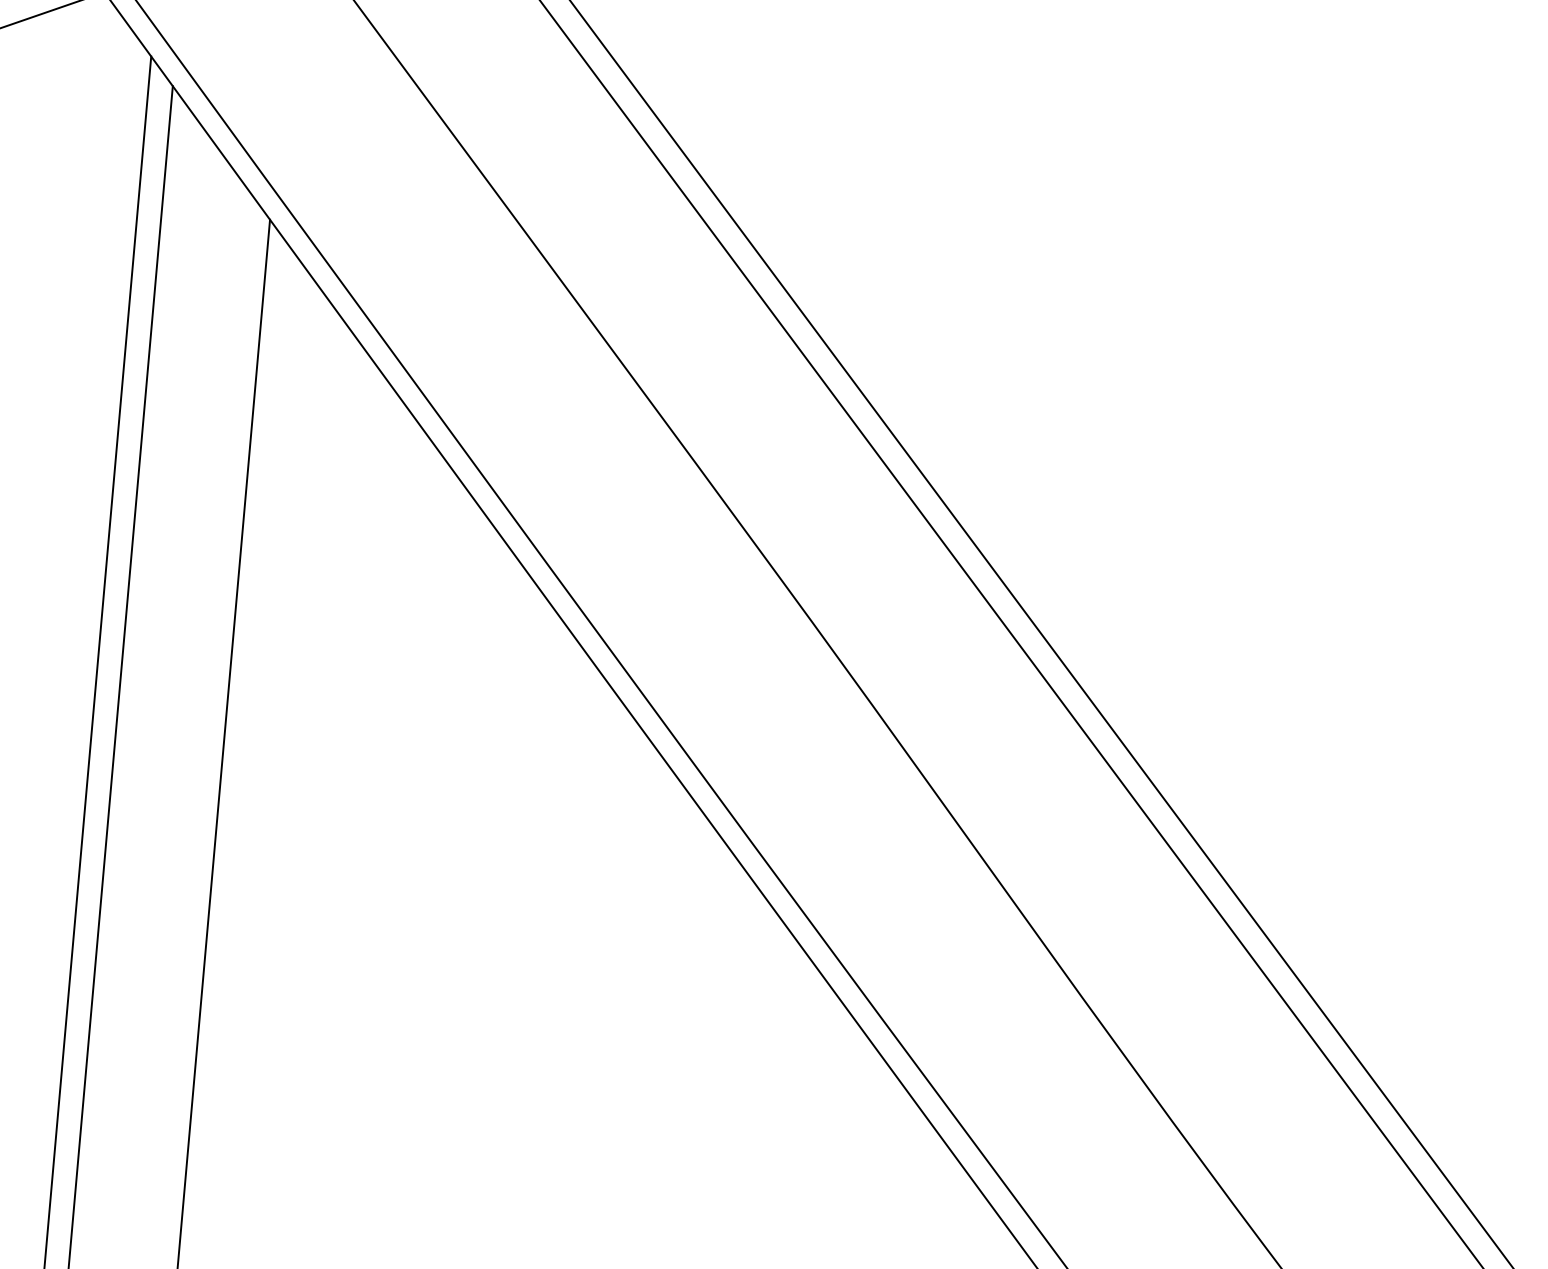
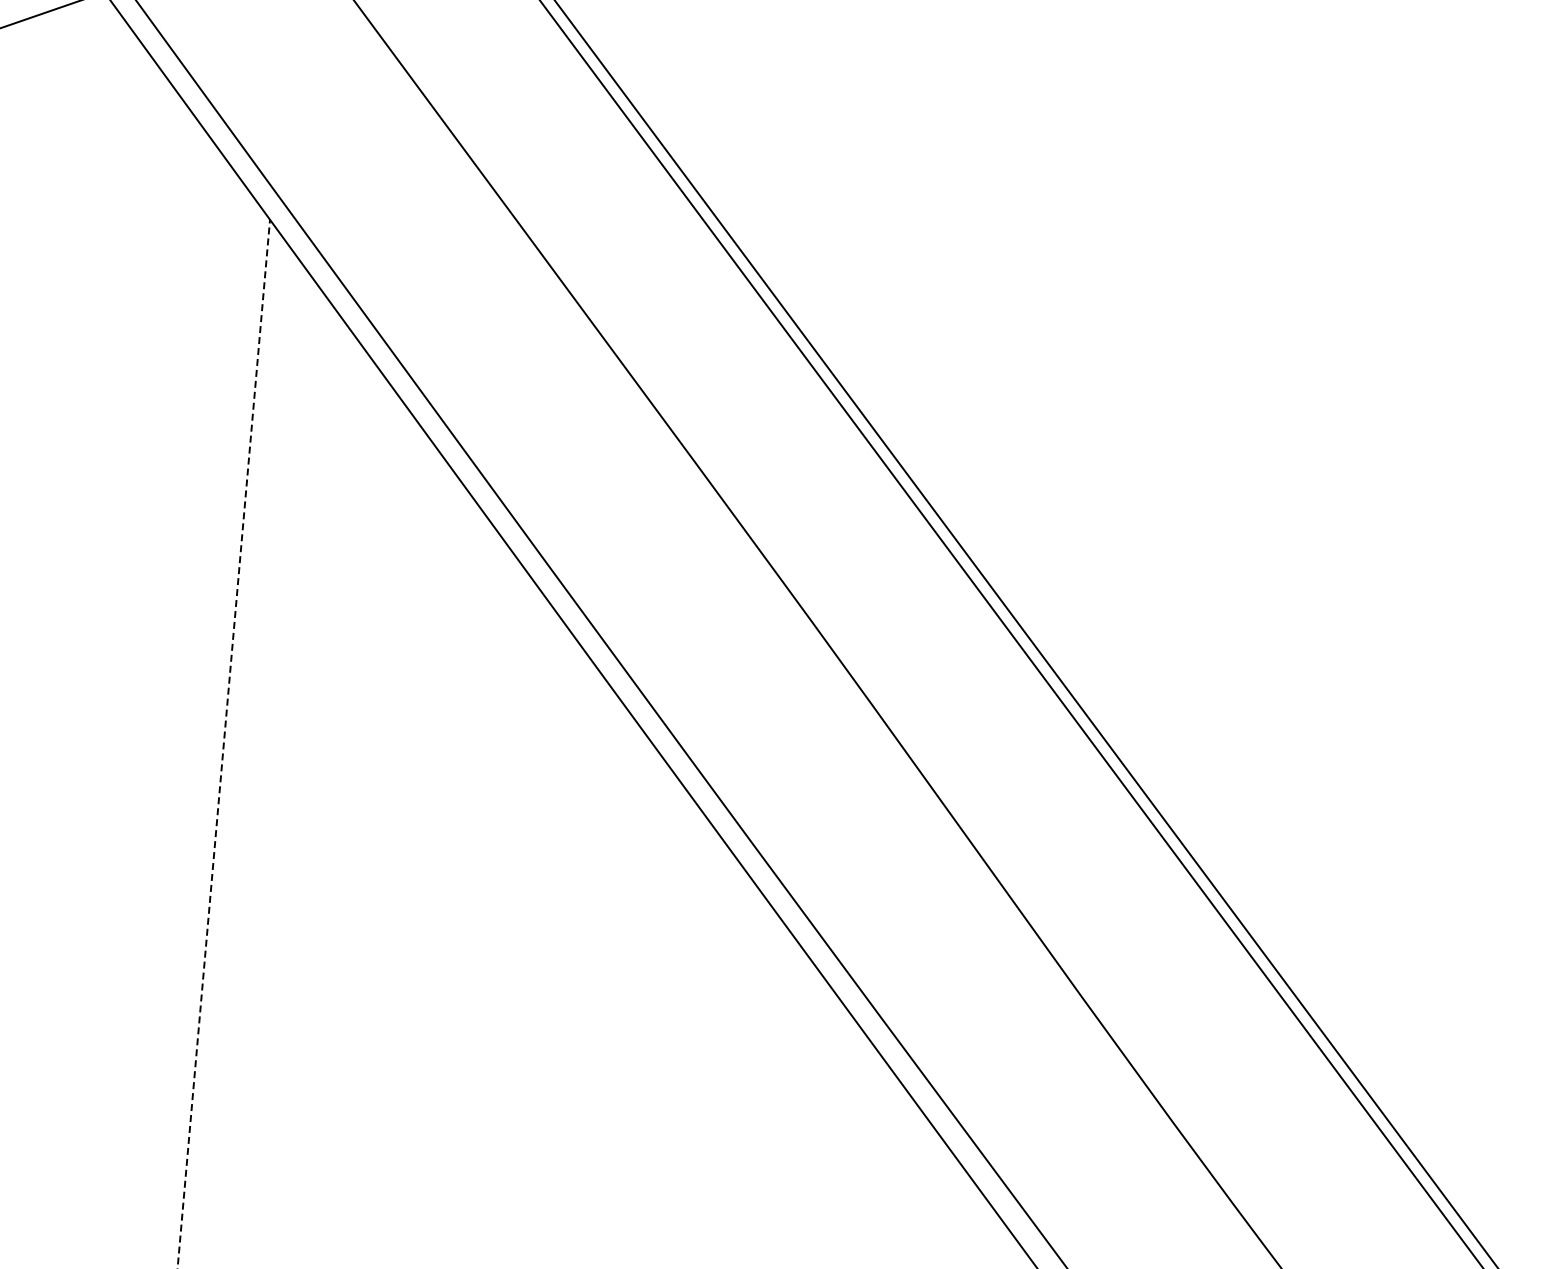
line at (1041, 633) position: (1041, 633) -> (1026, 633)
line at (97, 660): present -> none
line at (120, 675): present -> none
line at (223, 743): solid -> dashed
